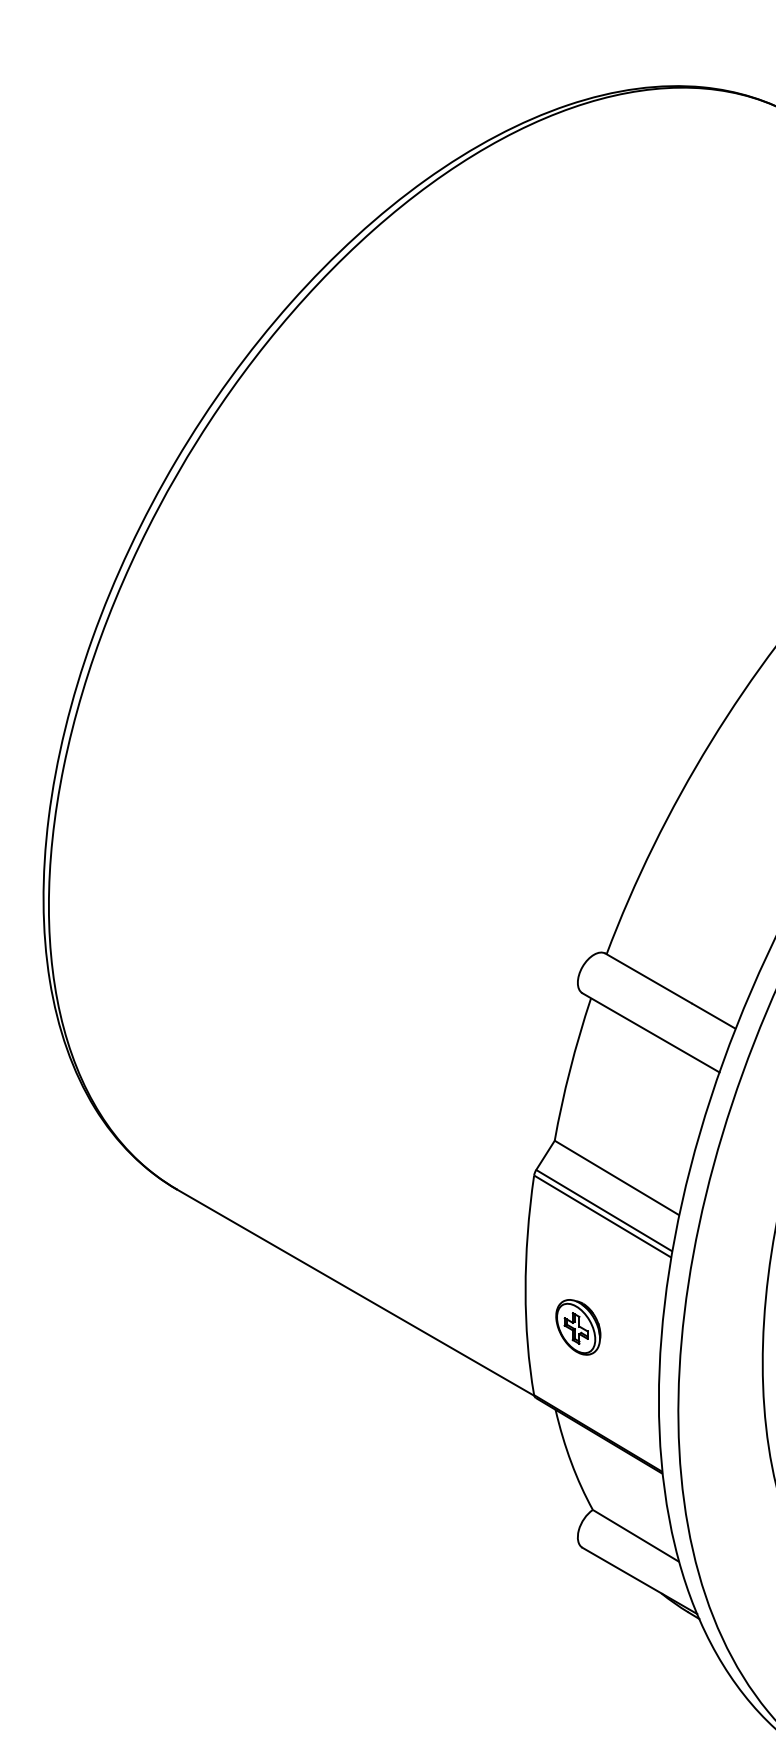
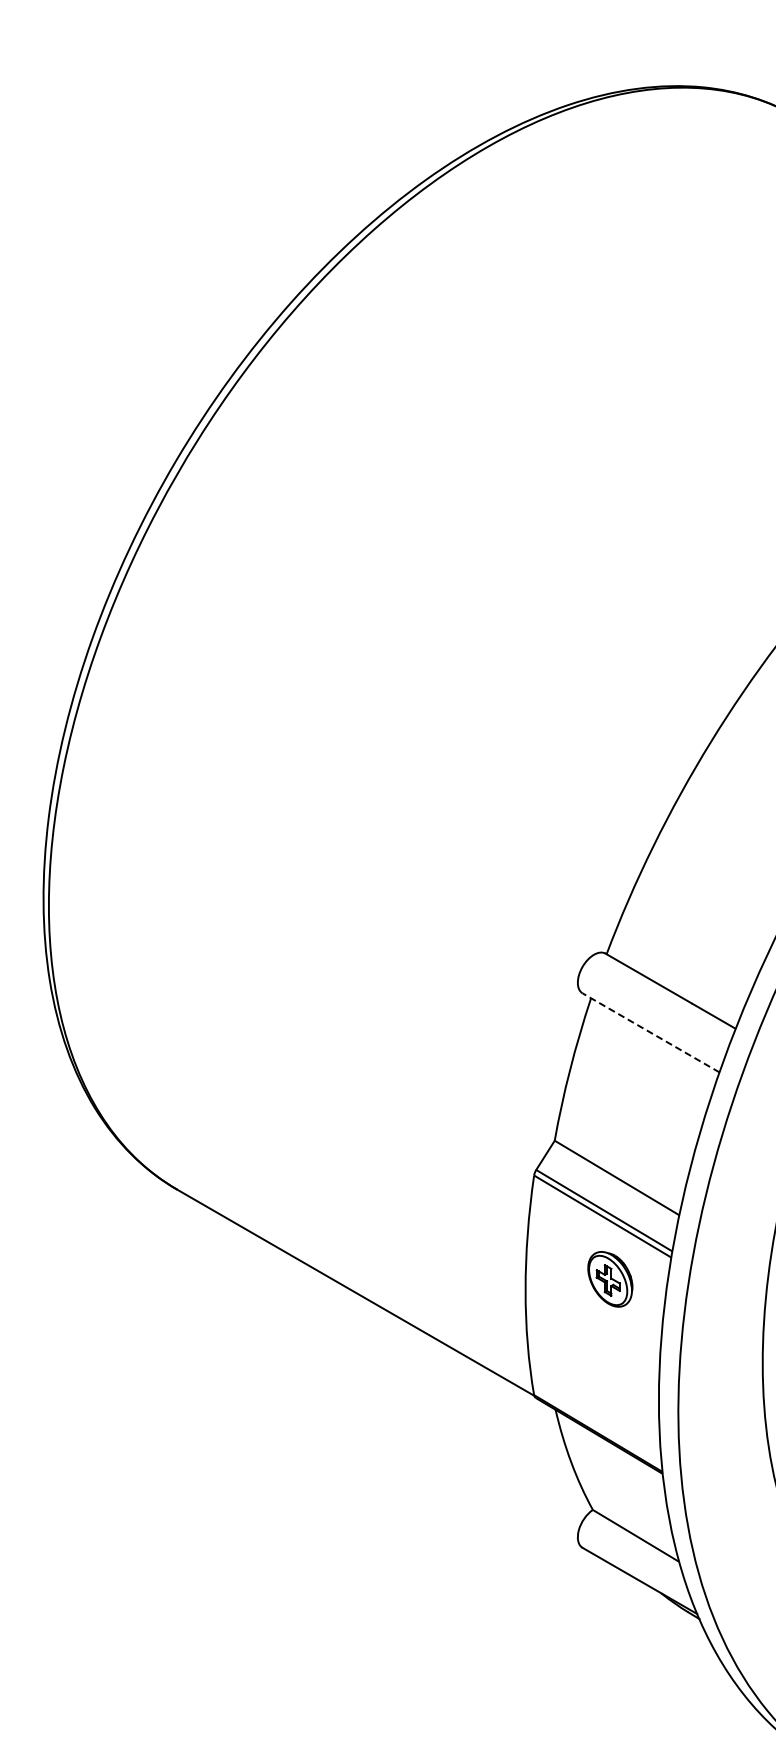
line at (650, 1032): solid -> dashed
part at (578, 1327) position: (578, 1327) -> (610, 1279)
